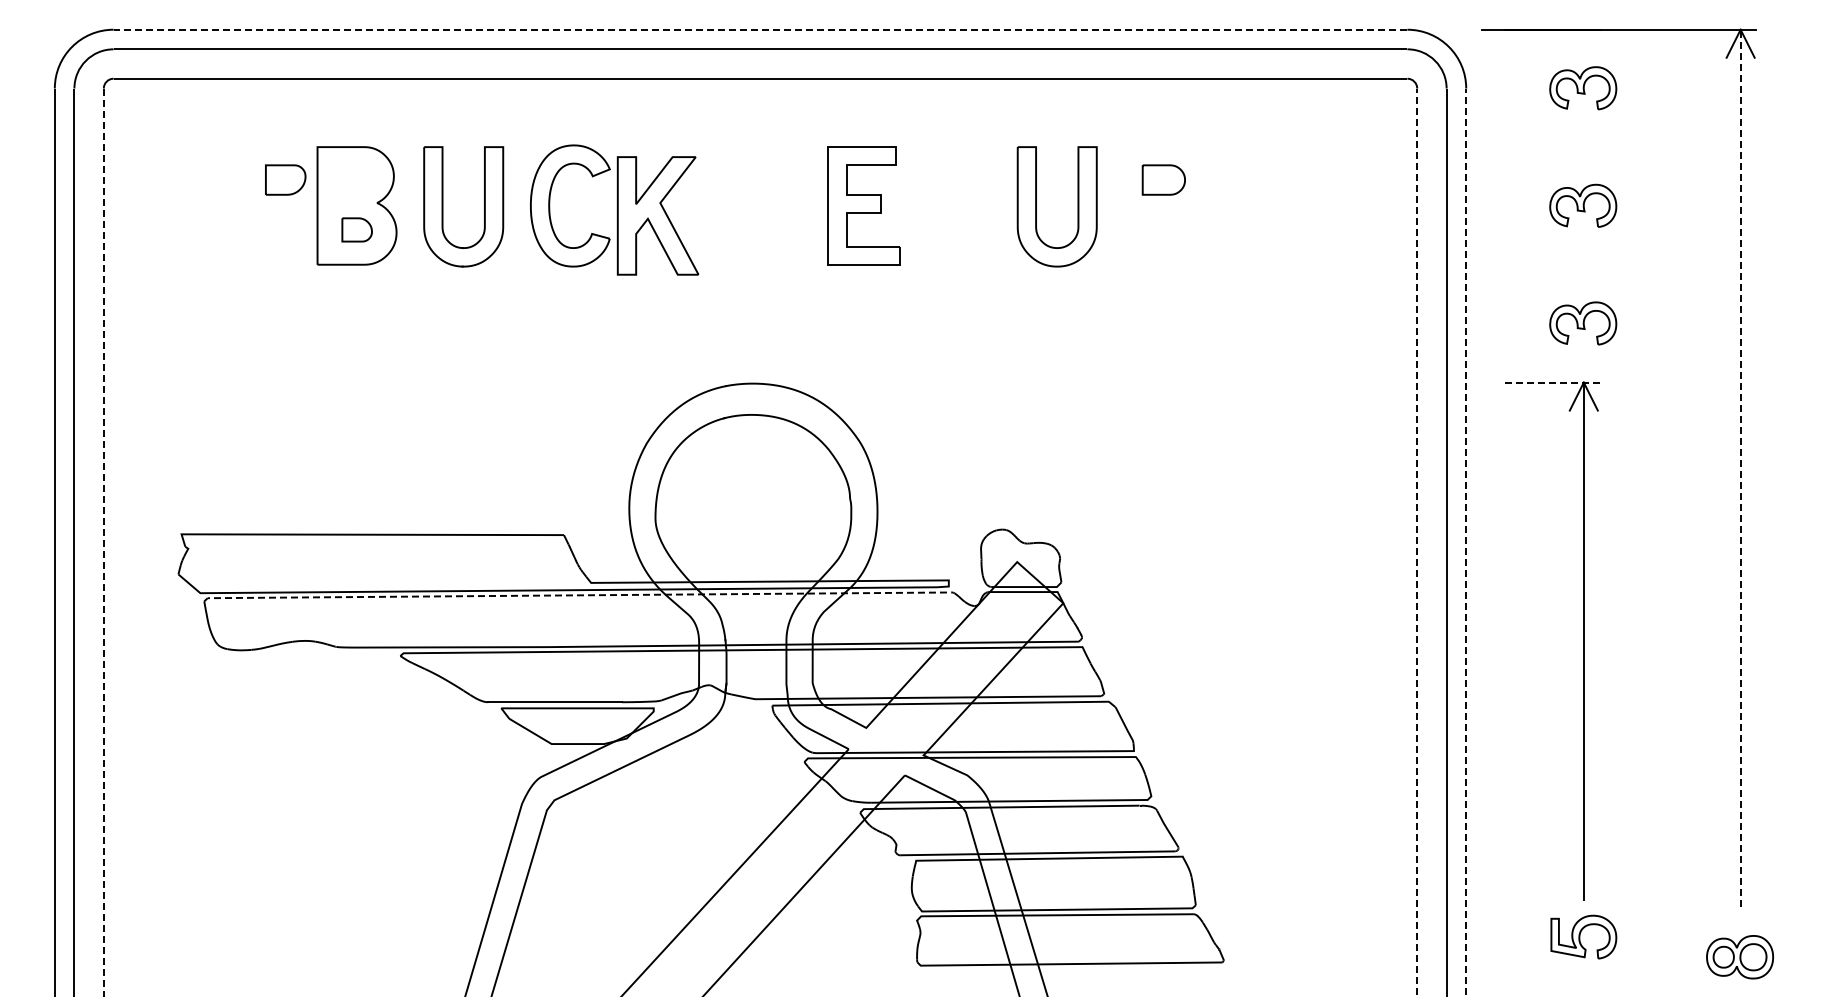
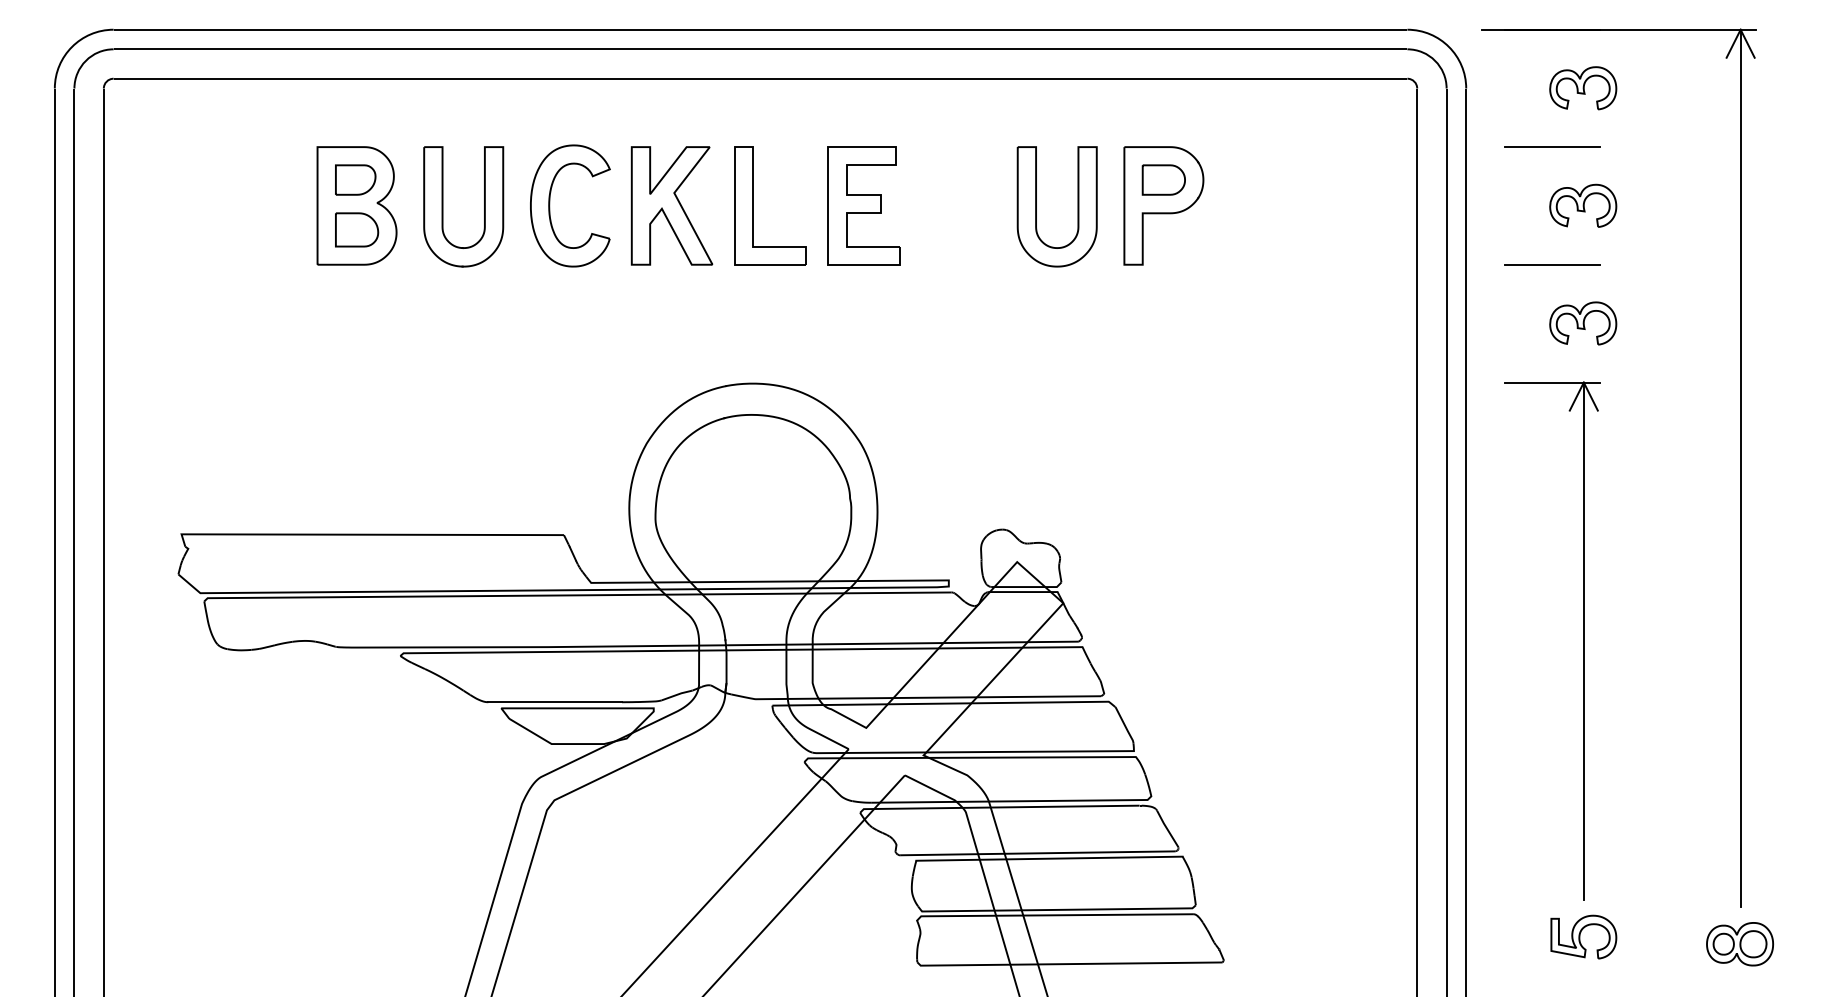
line at (760, 29): dashed -> solid
line at (1552, 147): none -> present
part at (285, 179) position: (285, 179) -> (355, 179)
part at (753, 205): none -> present
part at (1163, 205): none -> present
part at (657, 215) position: (657, 215) -> (671, 205)
part at (356, 229) size: 32x26 px -> 45x36 px
line at (1552, 264): none -> present
line at (1551, 382): dashed -> solid
line at (1740, 468): dashed -> solid
line at (103, 542): dashed -> solid
line at (1417, 542): dashed -> solid
line at (1466, 542): dashed -> solid
line at (576, 595): dashed -> solid
part at (1739, 957) position: (1739, 957) -> (1739, 944)
